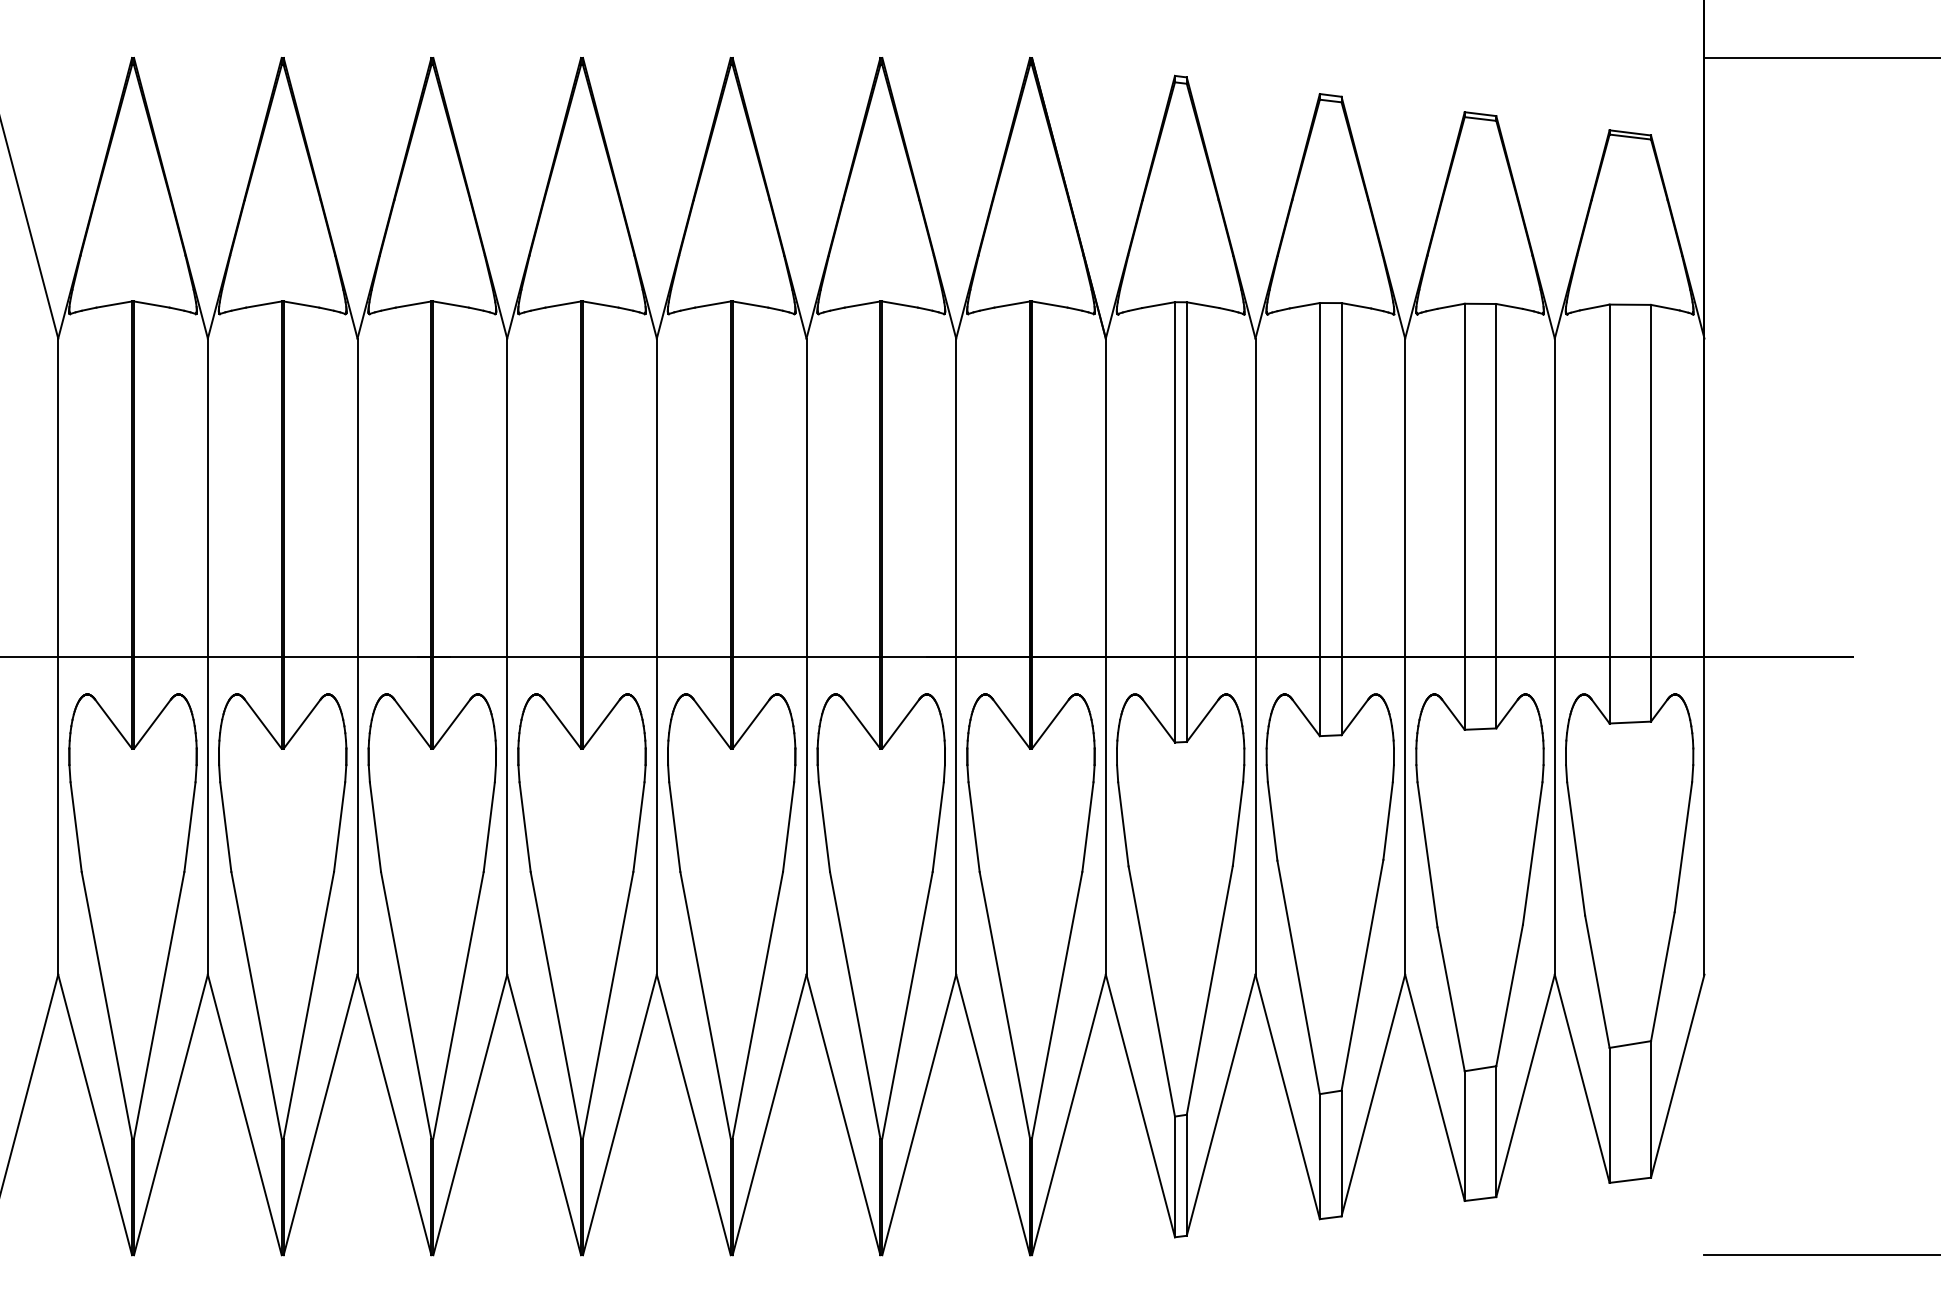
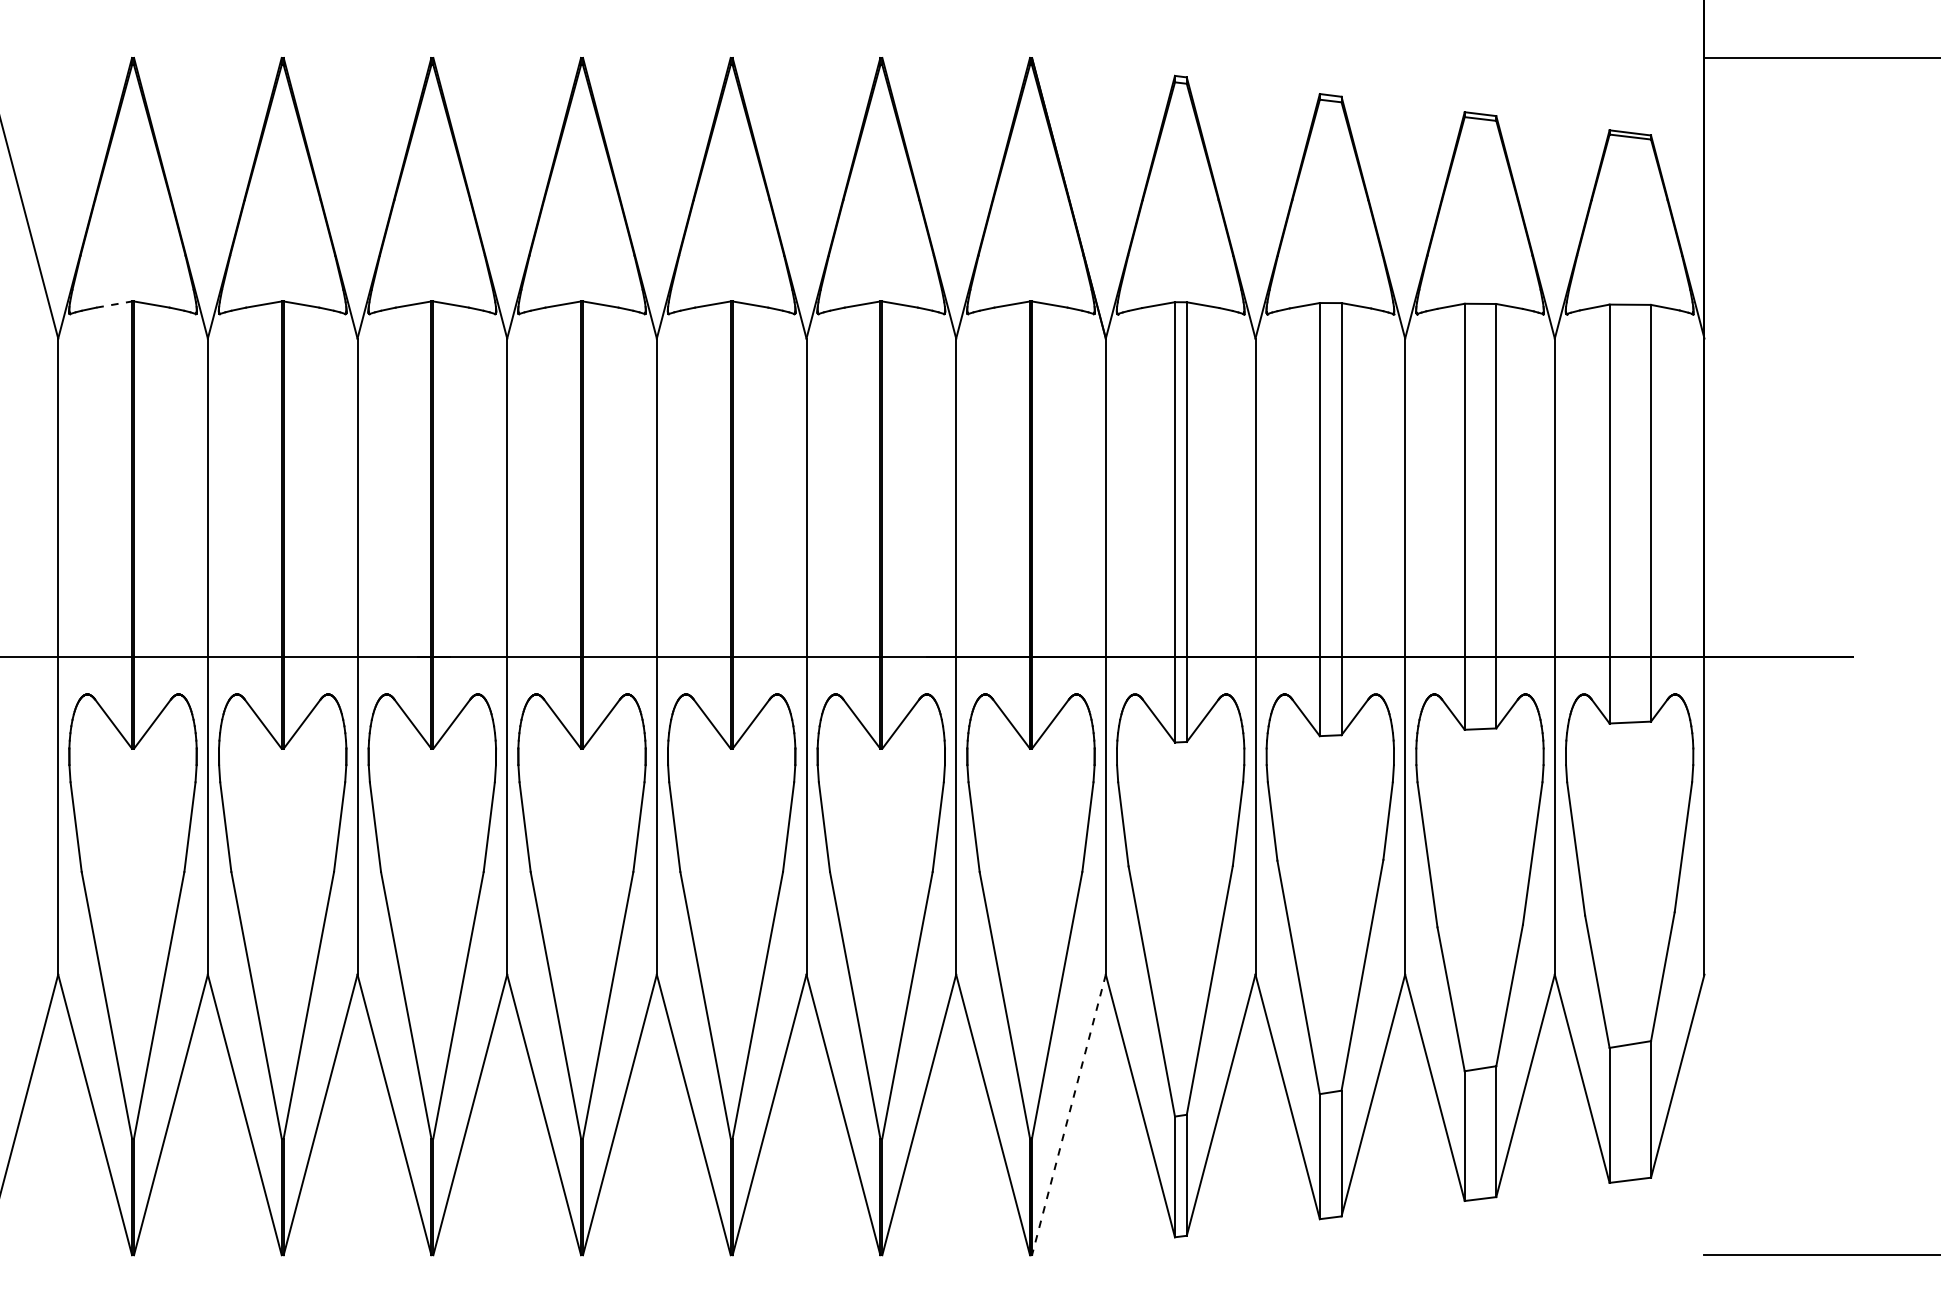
line at (114, 304): solid -> dashed
line at (1068, 1115): solid -> dashed
